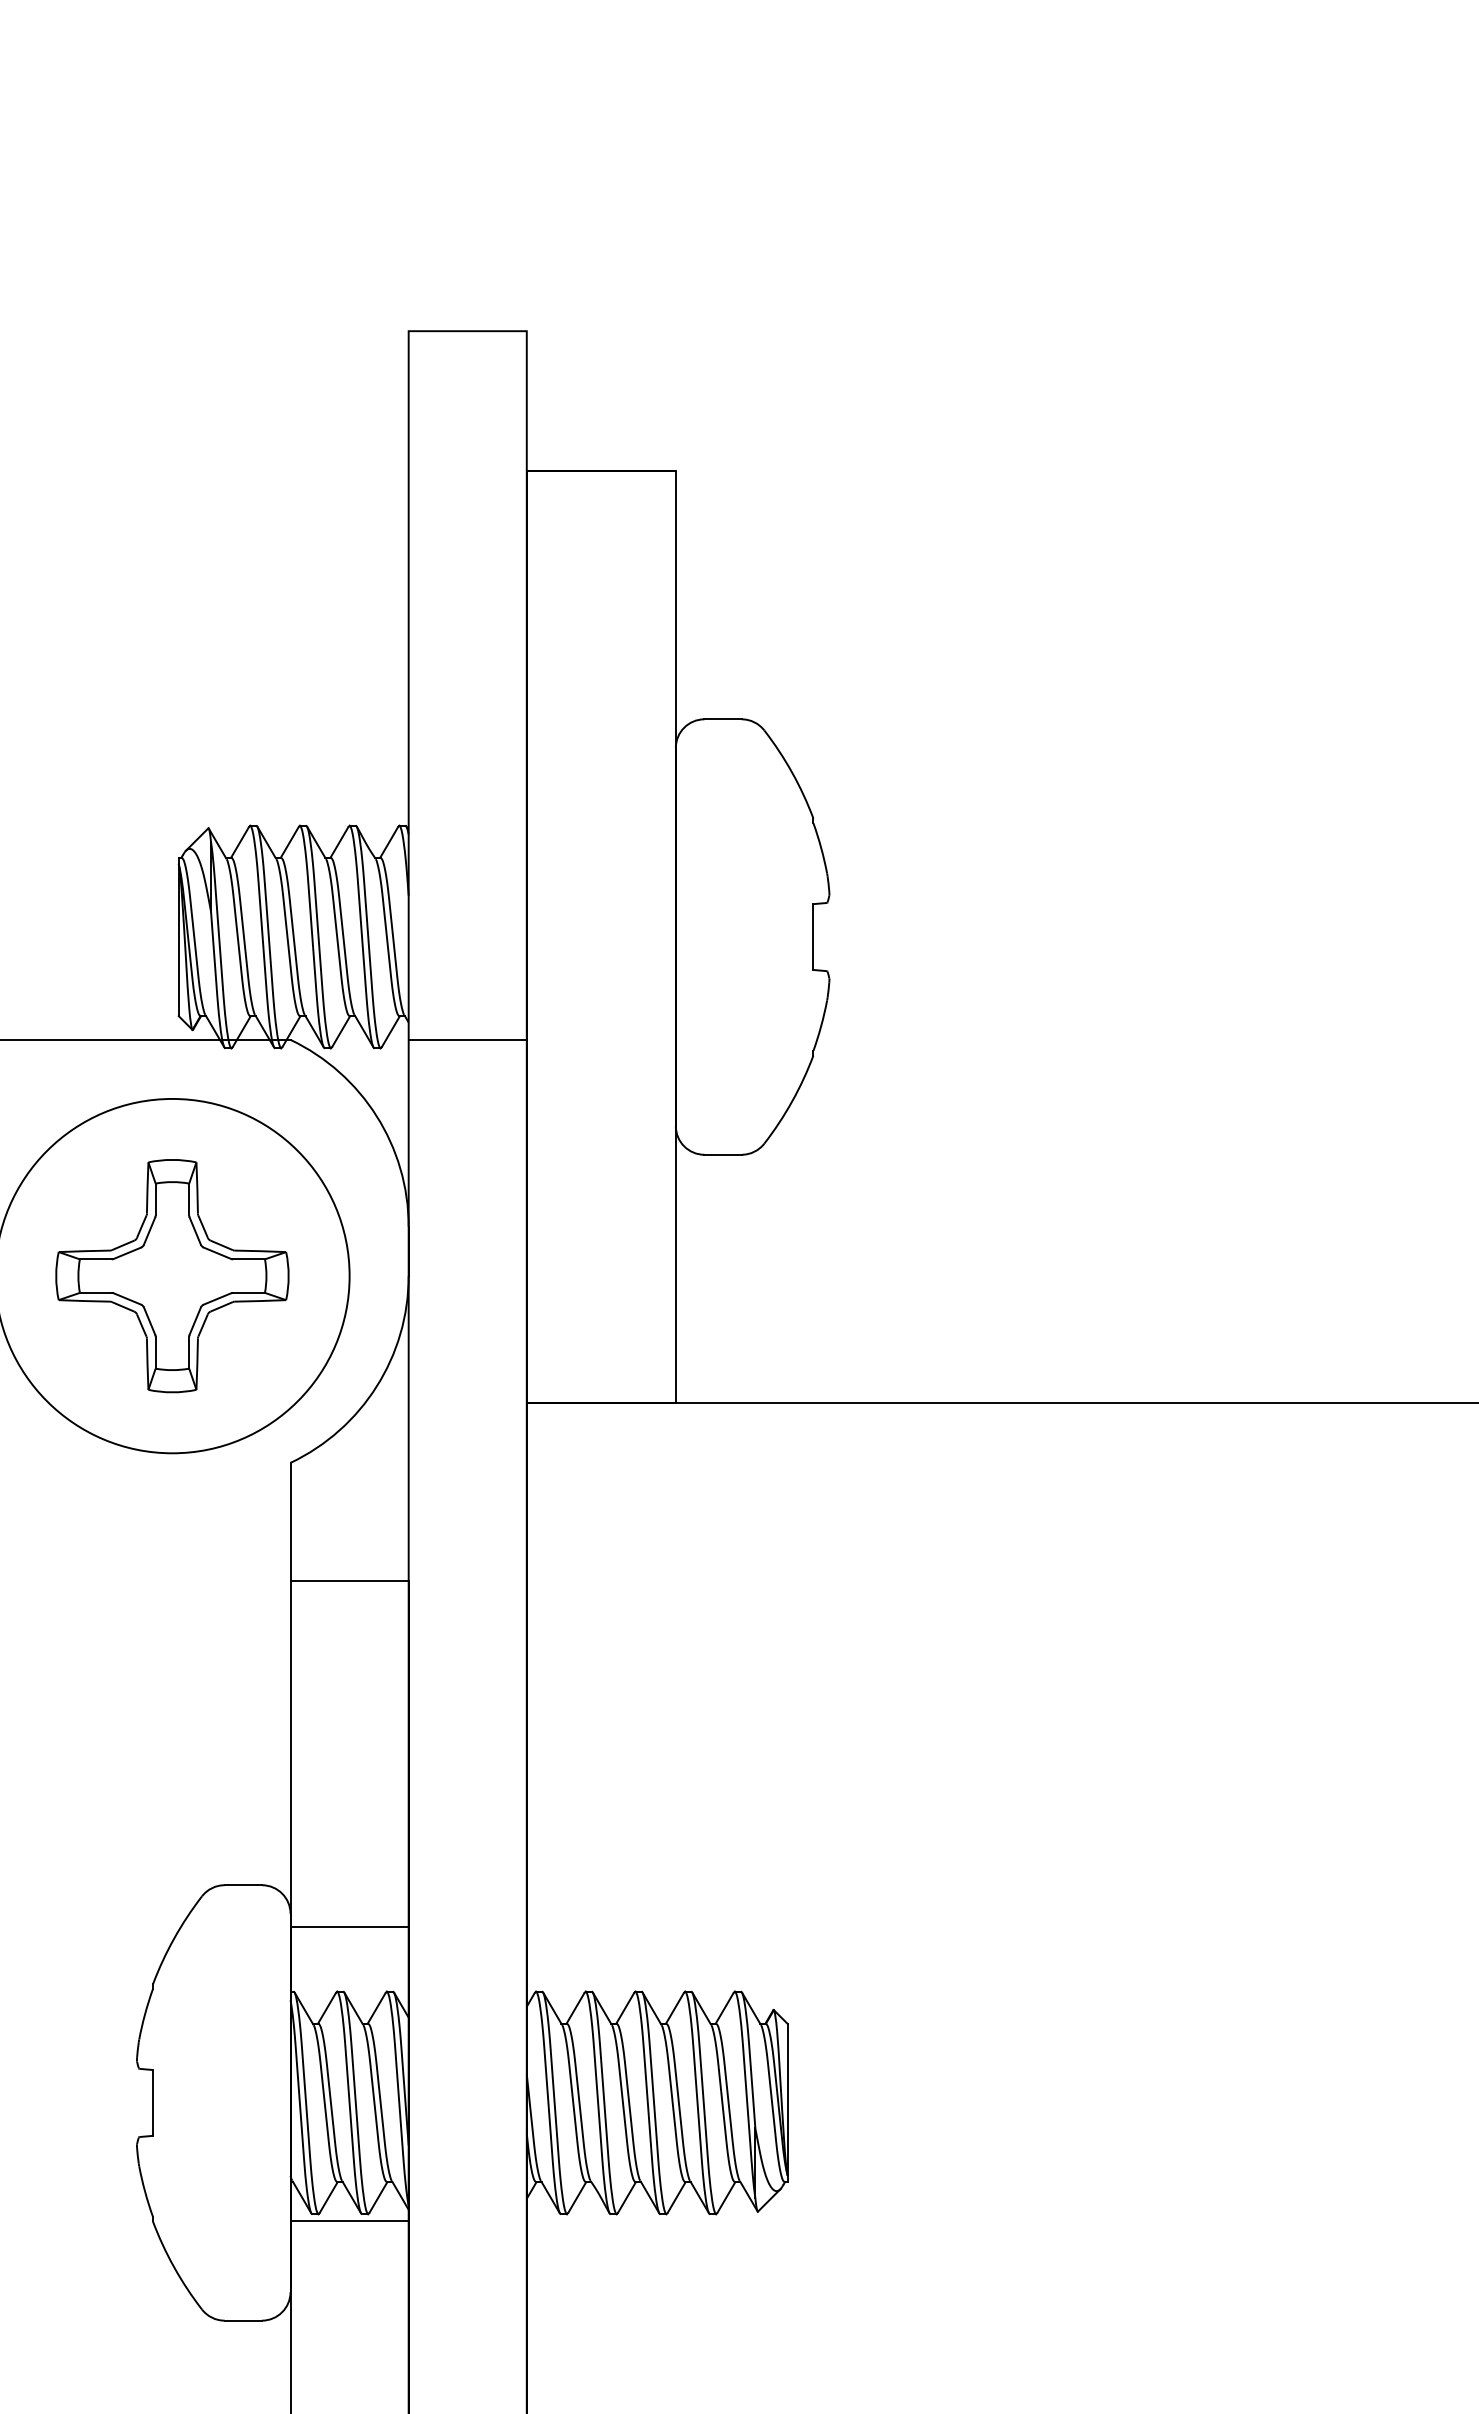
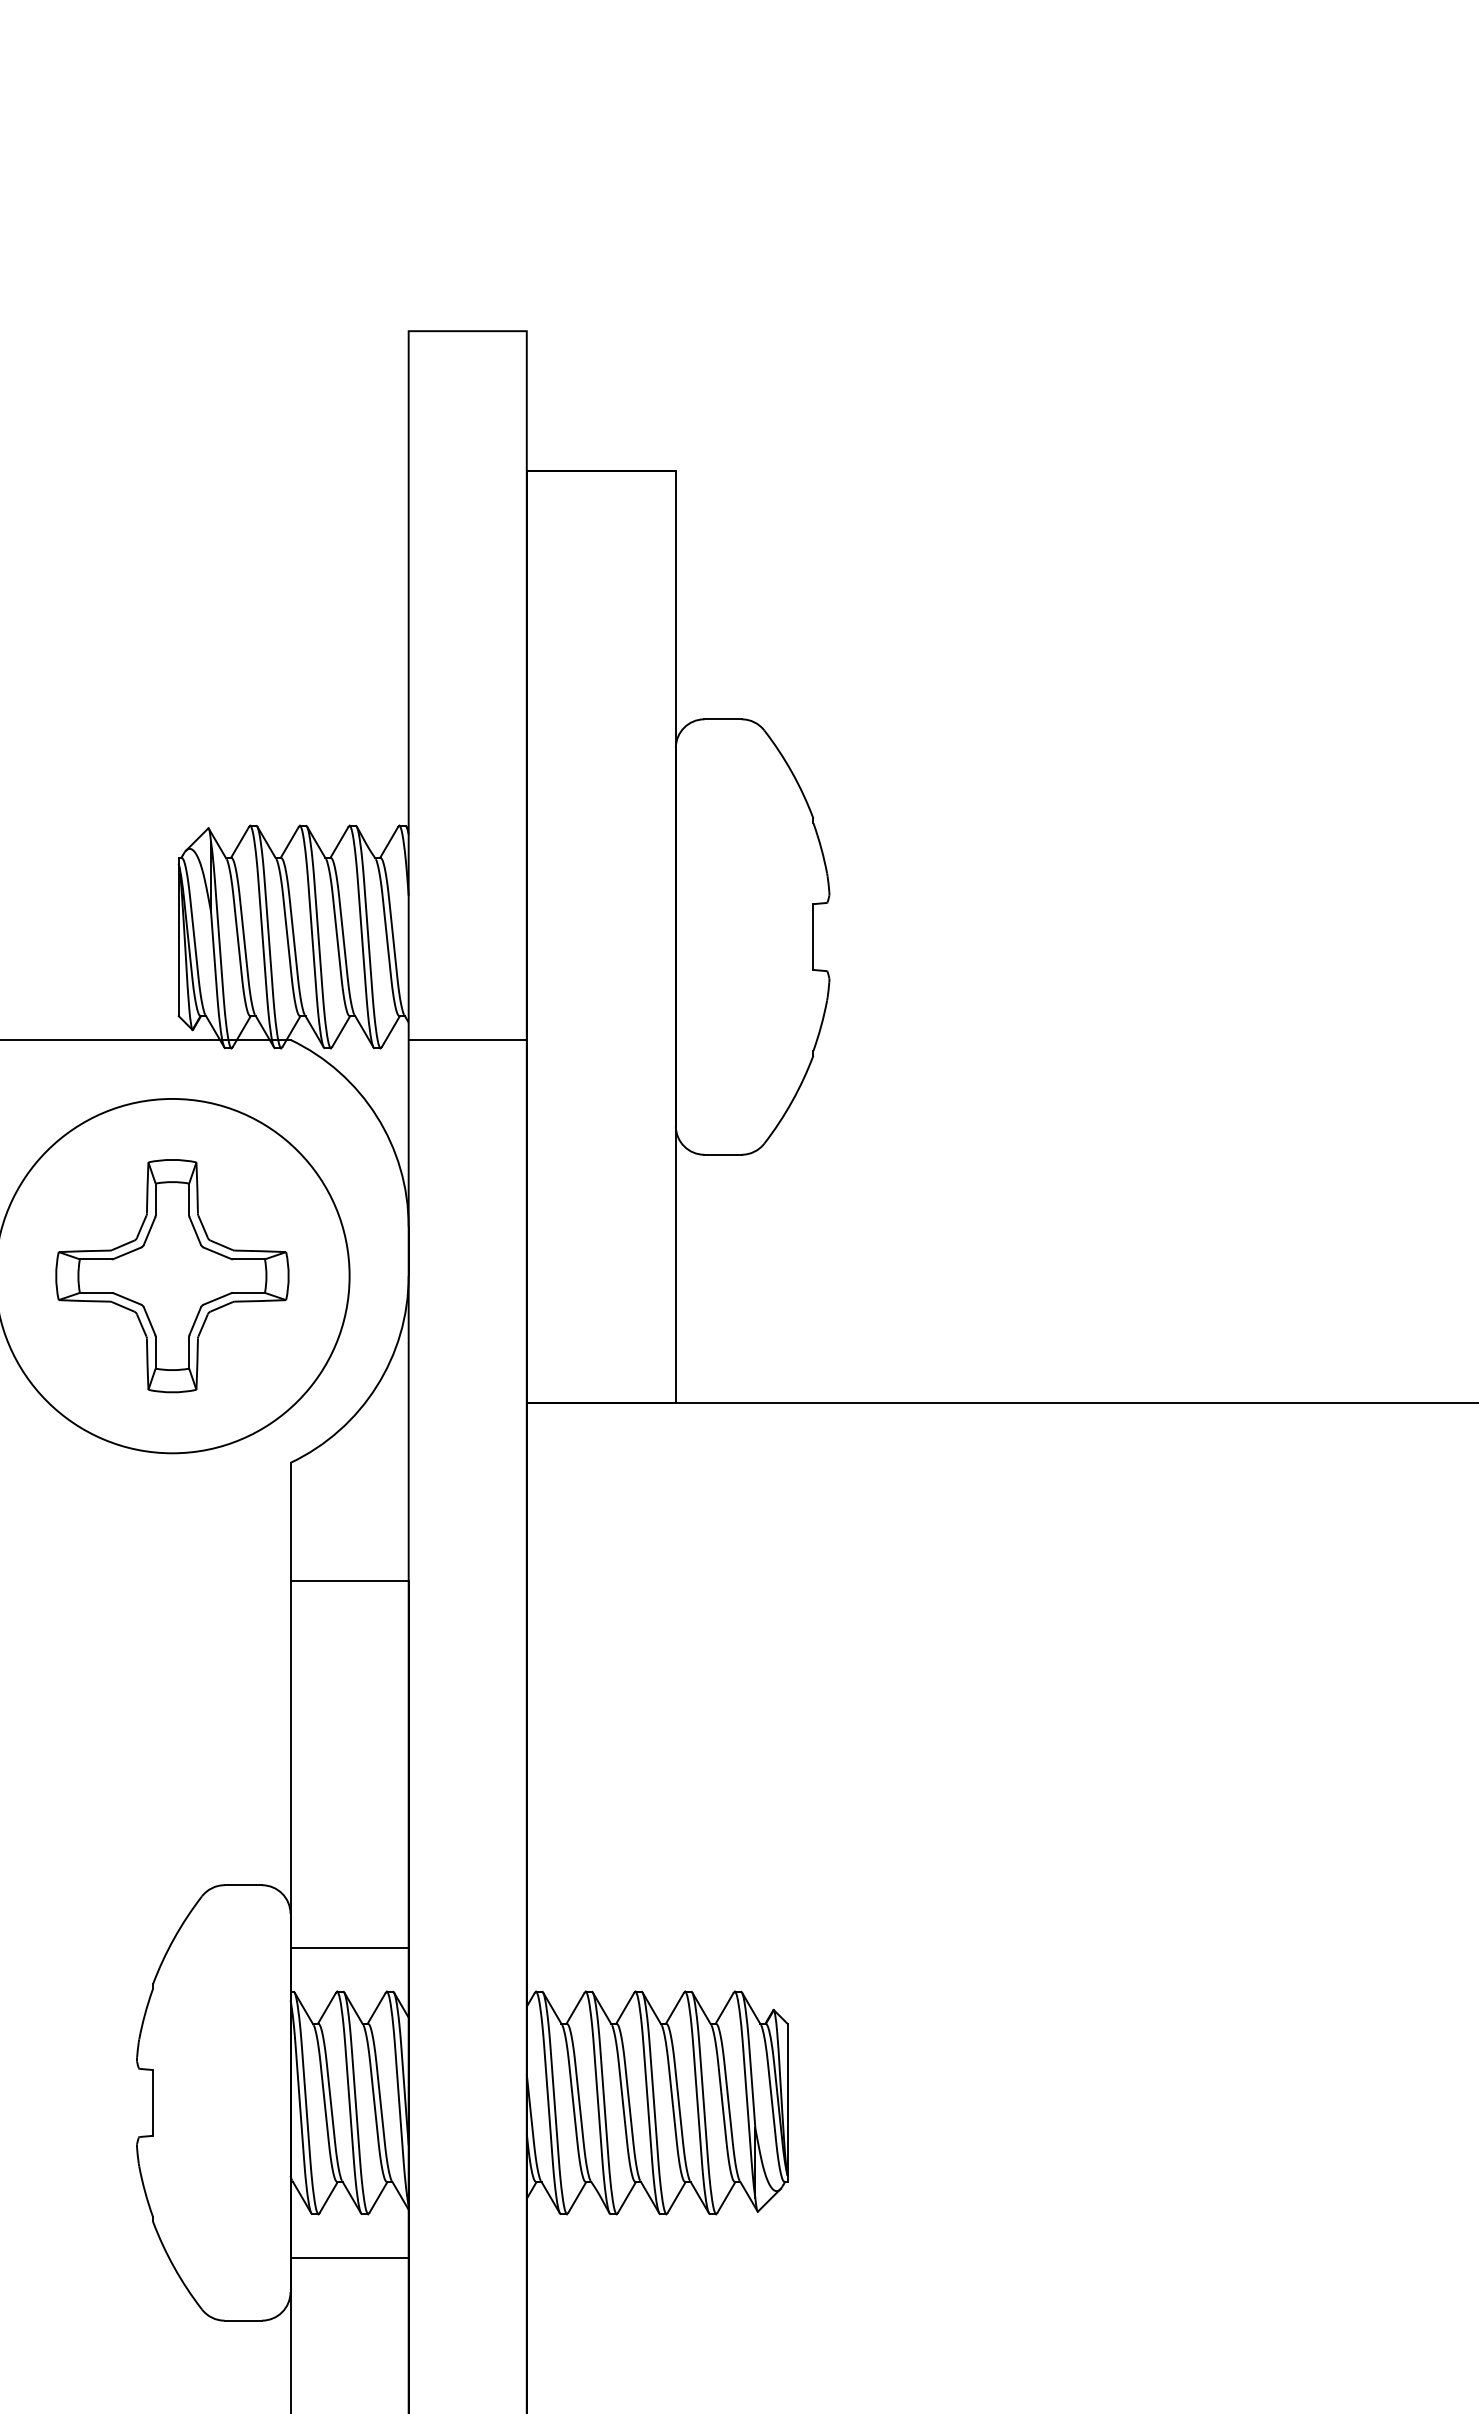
line at (349, 1926) position: (349, 1926) -> (349, 1947)
line at (349, 2220) position: (349, 2220) -> (349, 2257)
